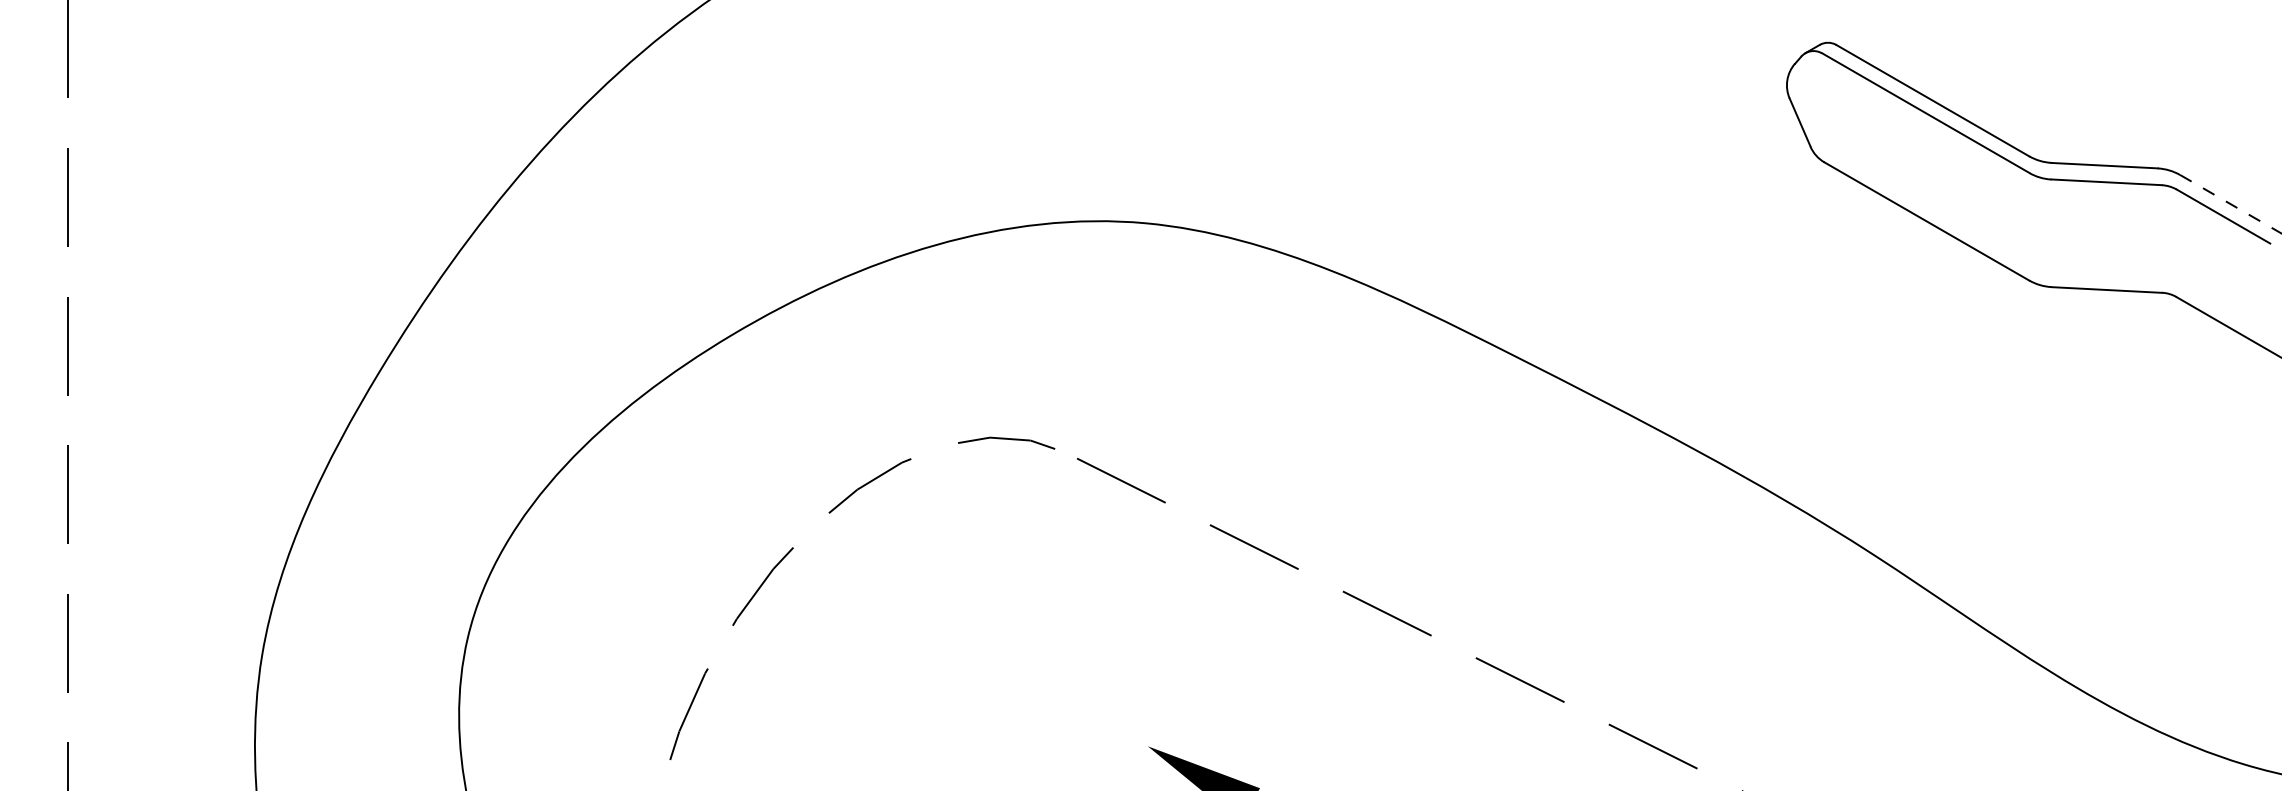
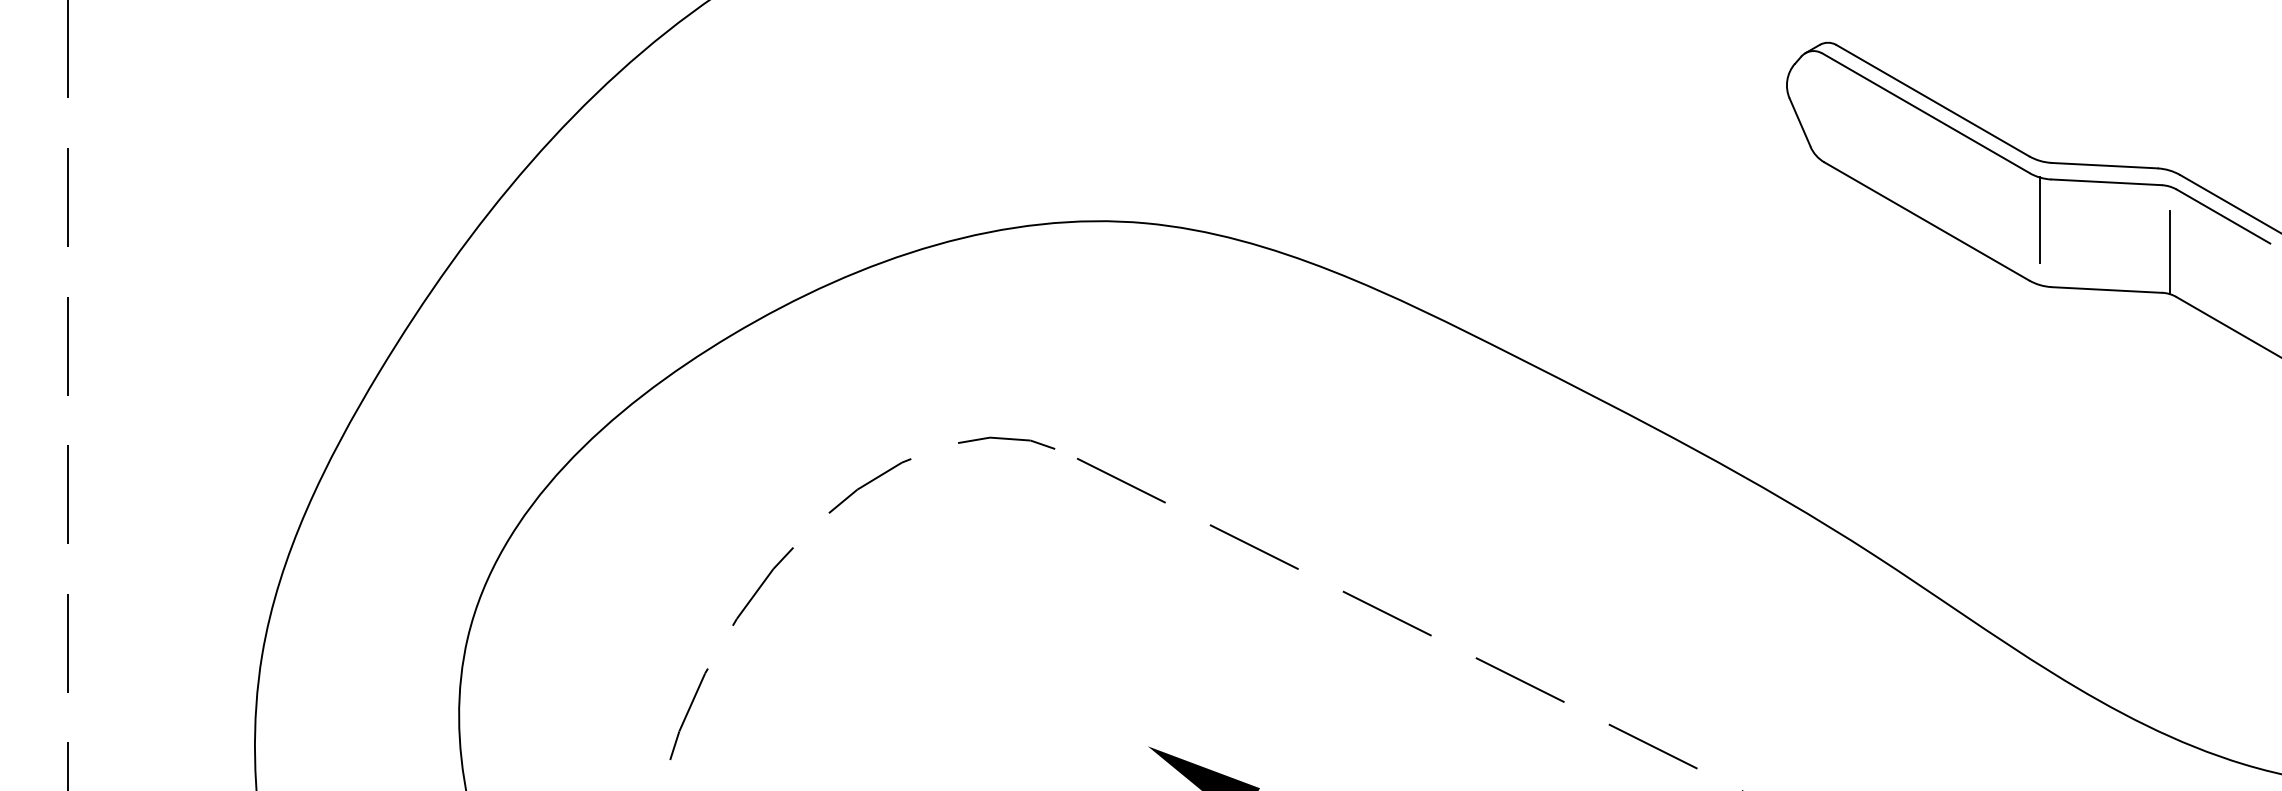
line at (2231, 204): dashed -> solid
line at (2040, 219): none -> present
line at (2169, 252): none -> present
